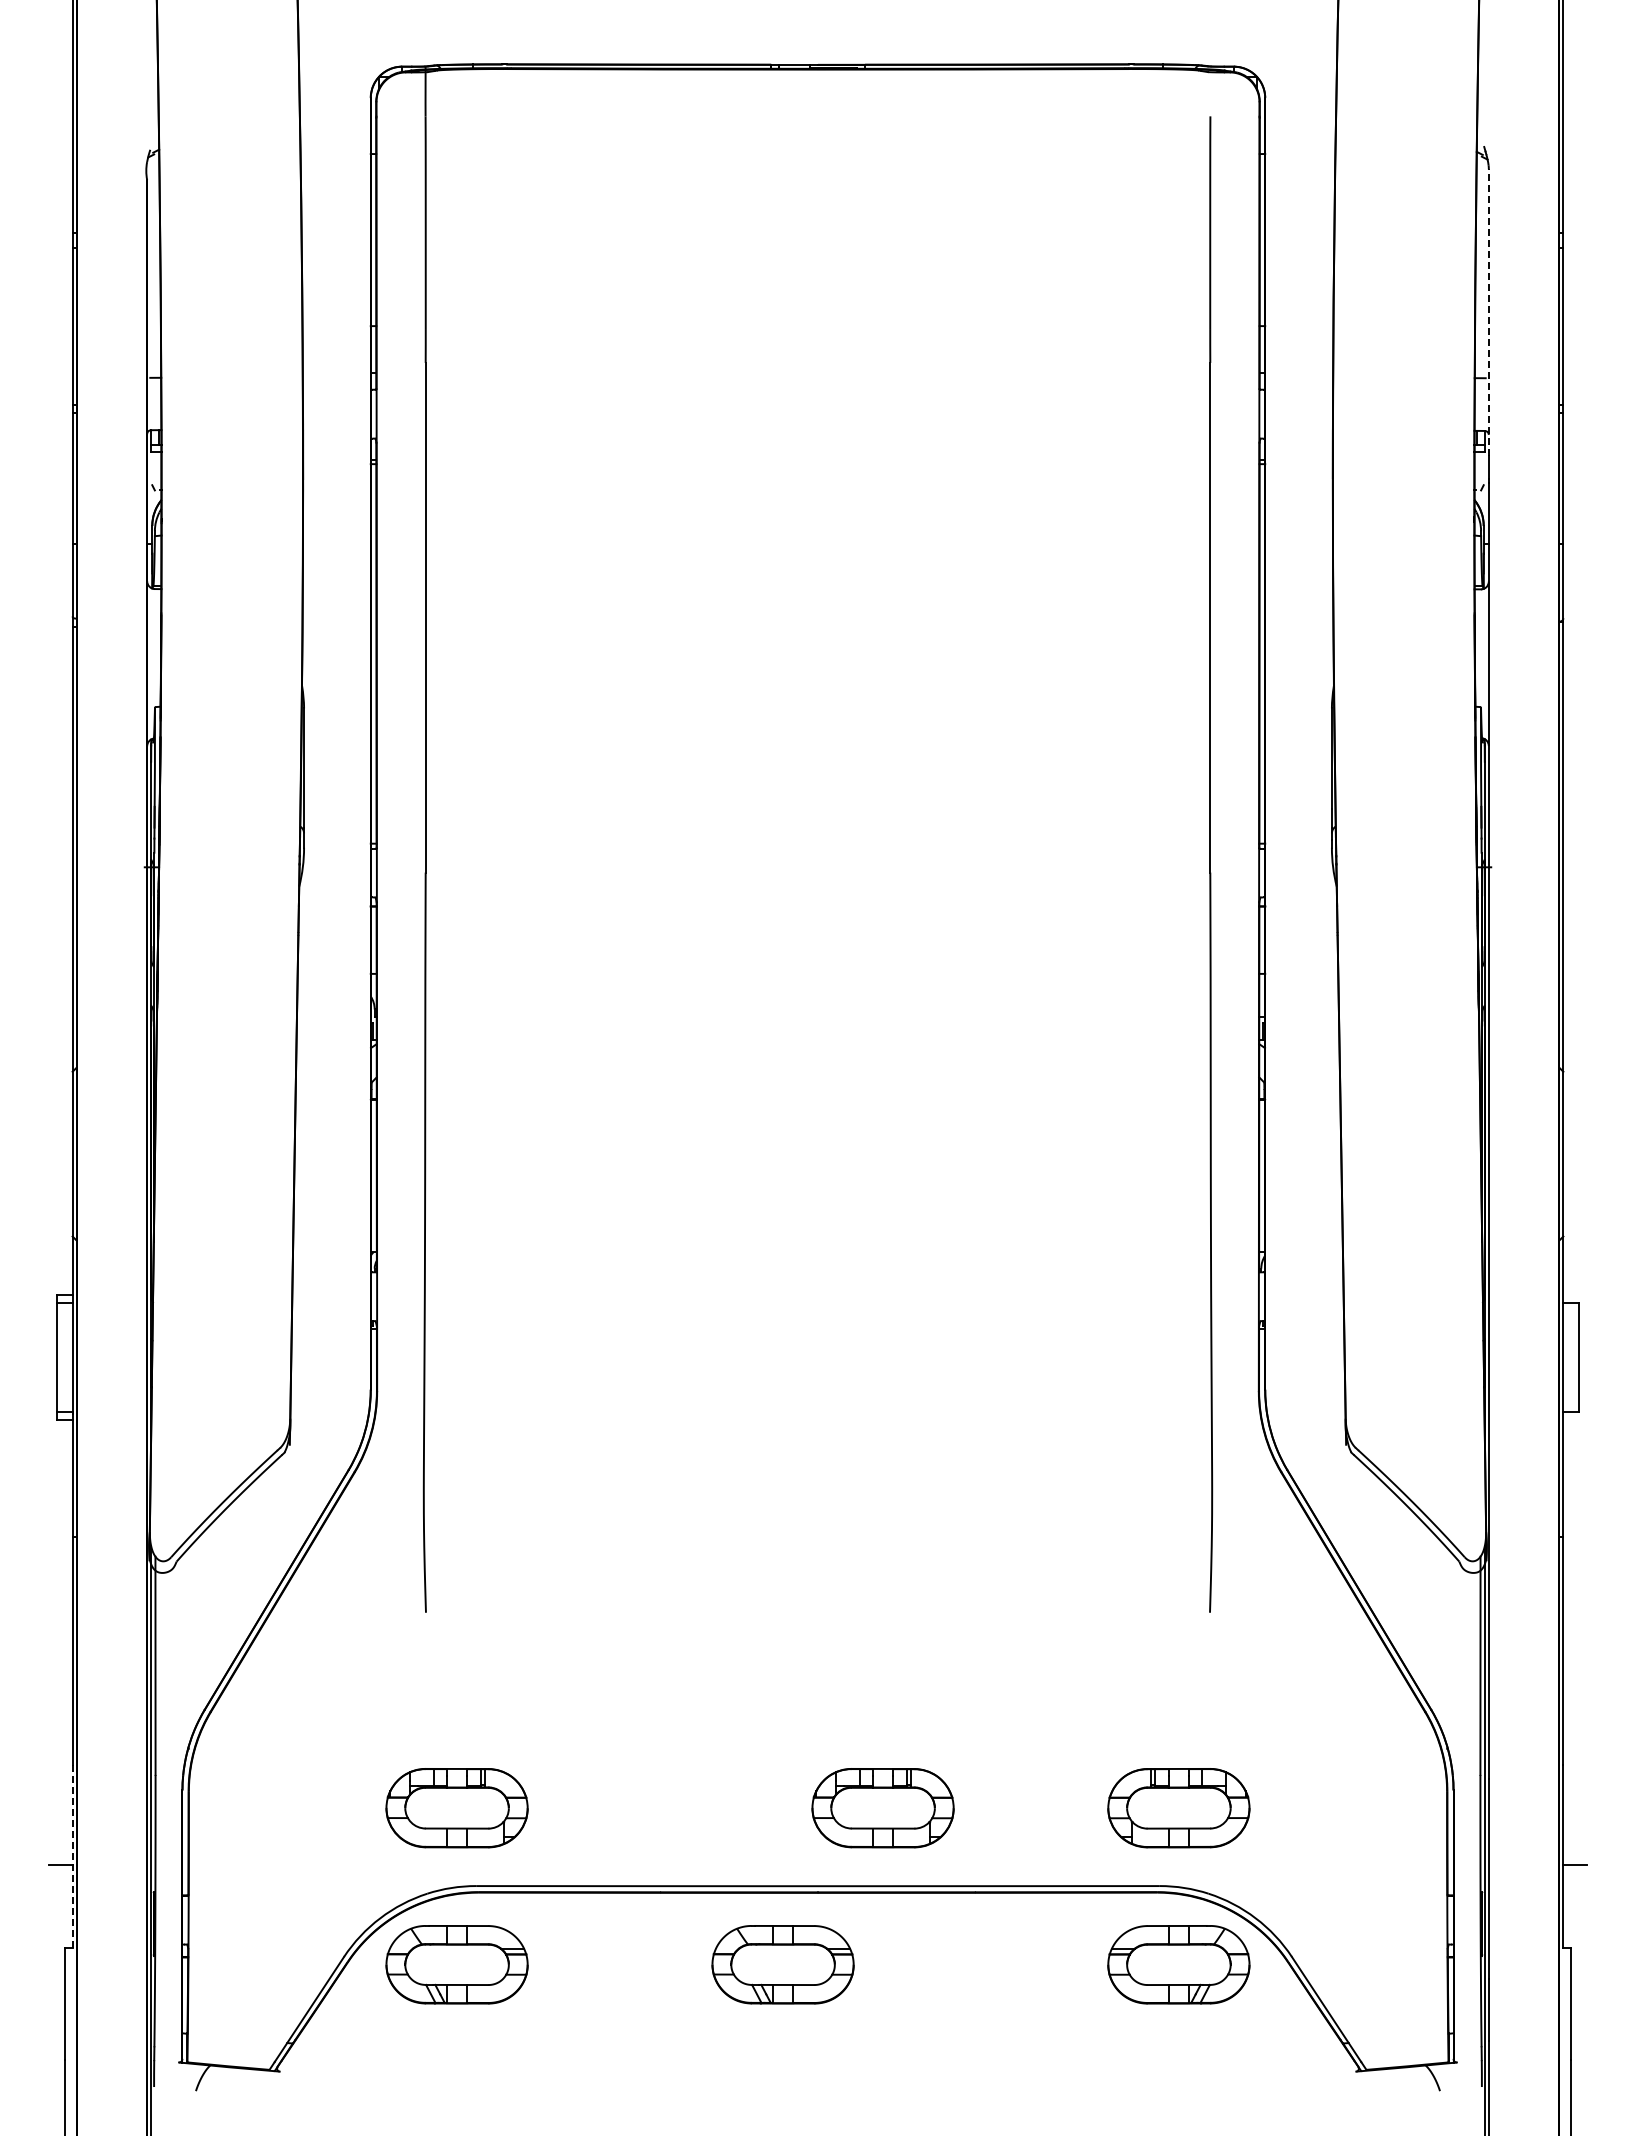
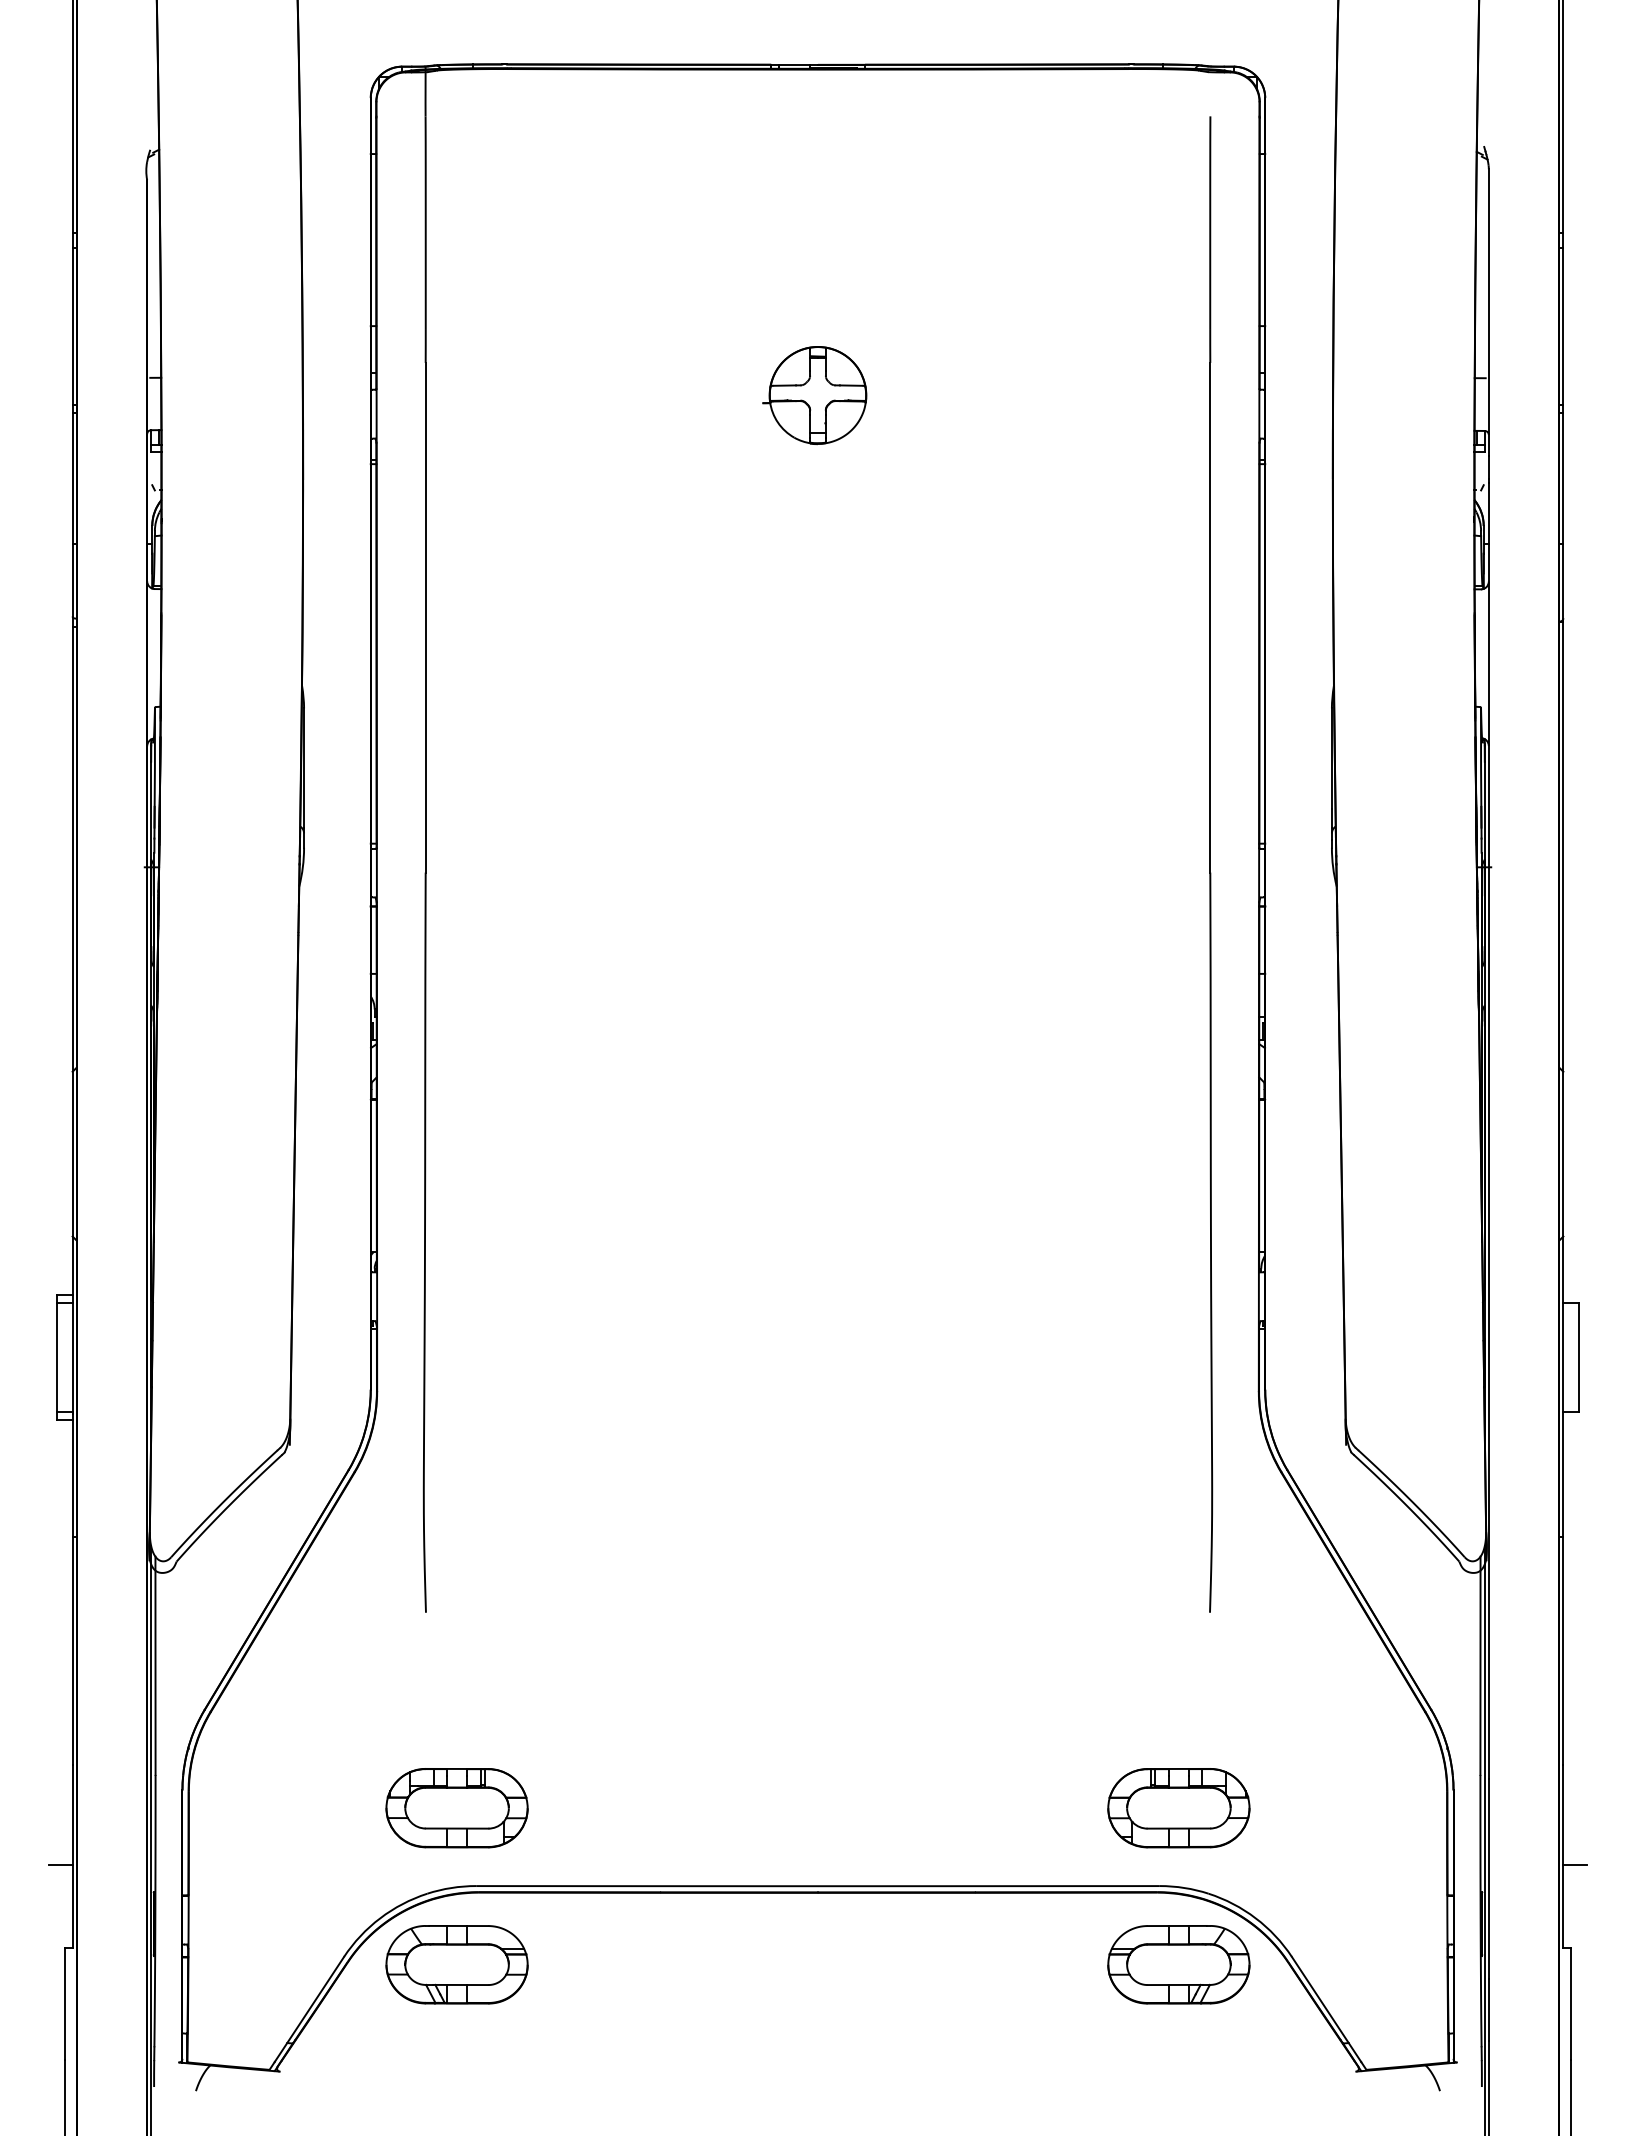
line at (1488, 312): dashed -> solid
part at (814, 395): none -> present
part at (882, 1808): present -> none
line at (72, 1857): dashed -> solid
part at (782, 1964): present -> none
